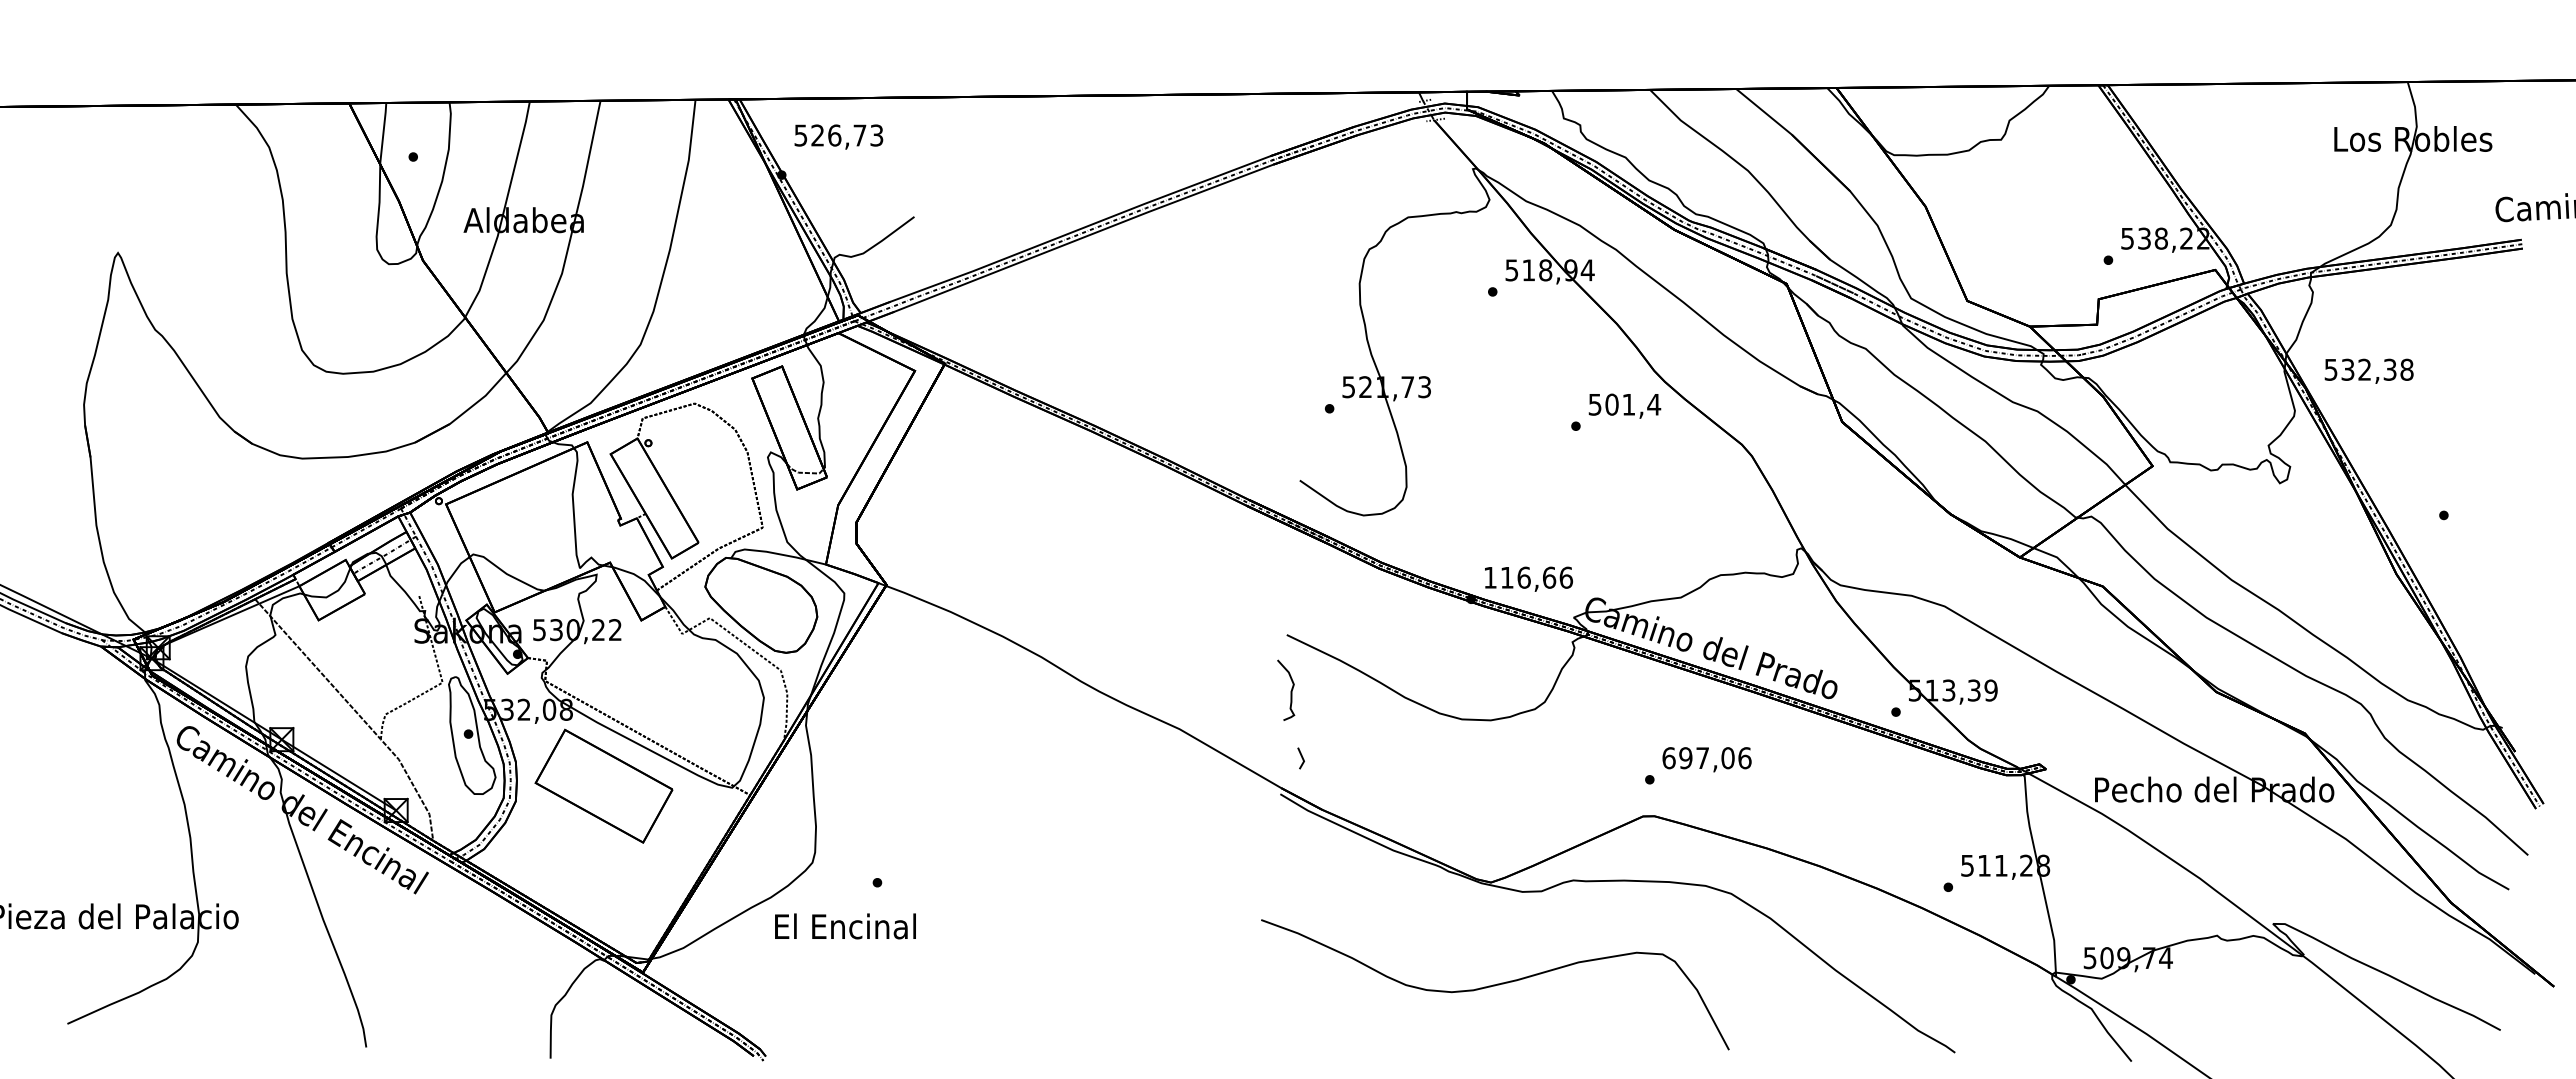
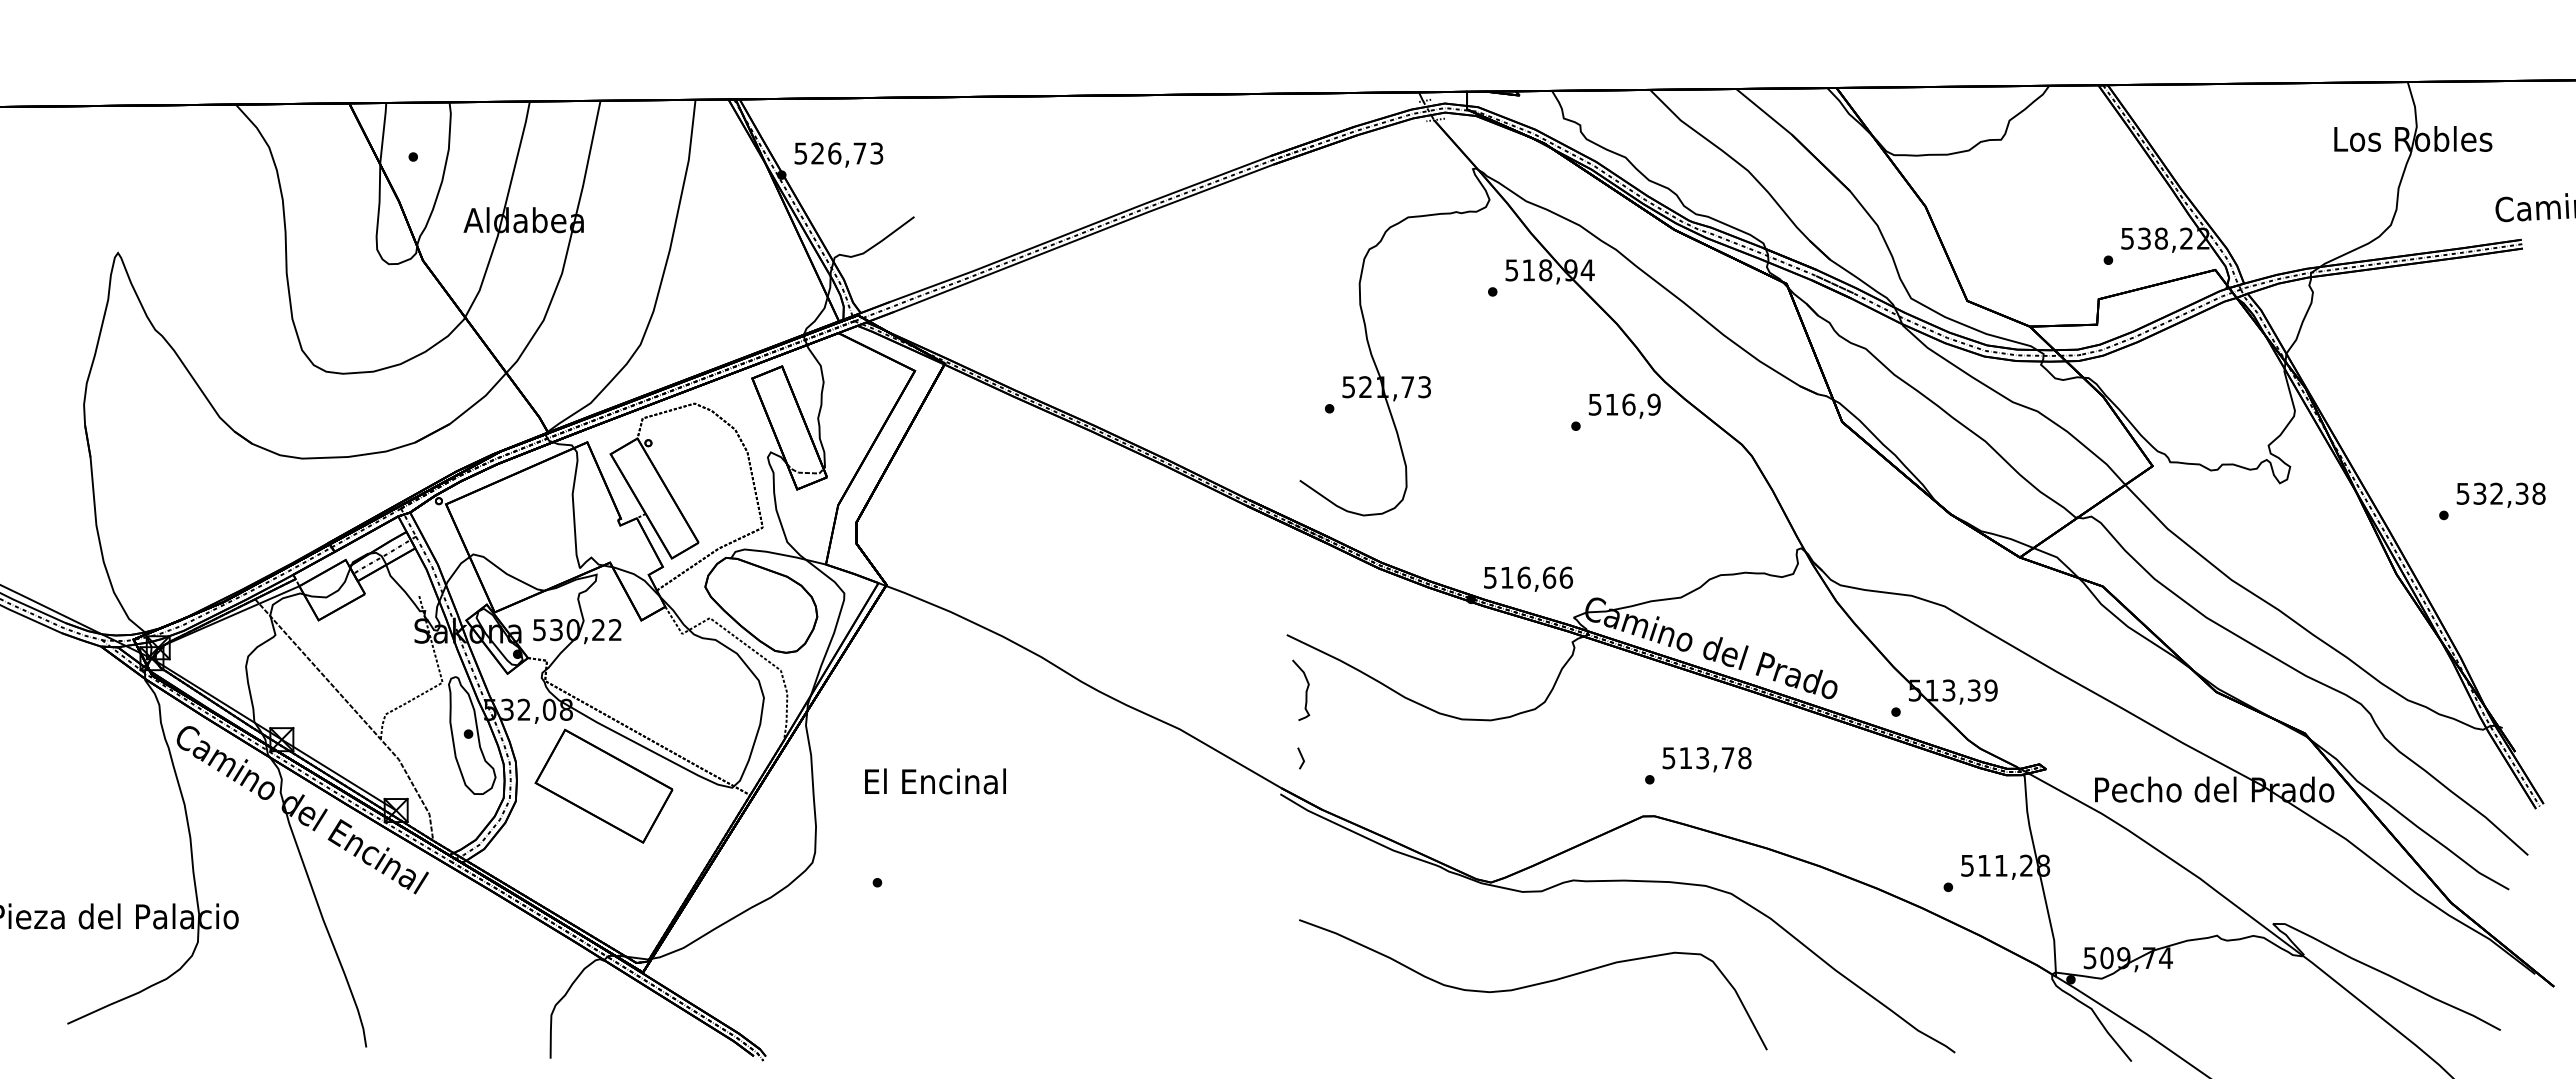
text at (838, 136) position: (838, 136) -> (838, 154)
text at (2368, 370) position: (2368, 370) -> (2500, 494)
text at (1633, 404): 501,4 -> 516,9
text at (1490, 577): 116,66 -> 516,66
curve at (1290, 691) position: (1290, 691) -> (1305, 691)
text at (1706, 758): 697,06 -> 513,78
text at (845, 926) position: (845, 926) -> (935, 781)
curve at (1495, 984) position: (1495, 984) -> (1533, 984)
